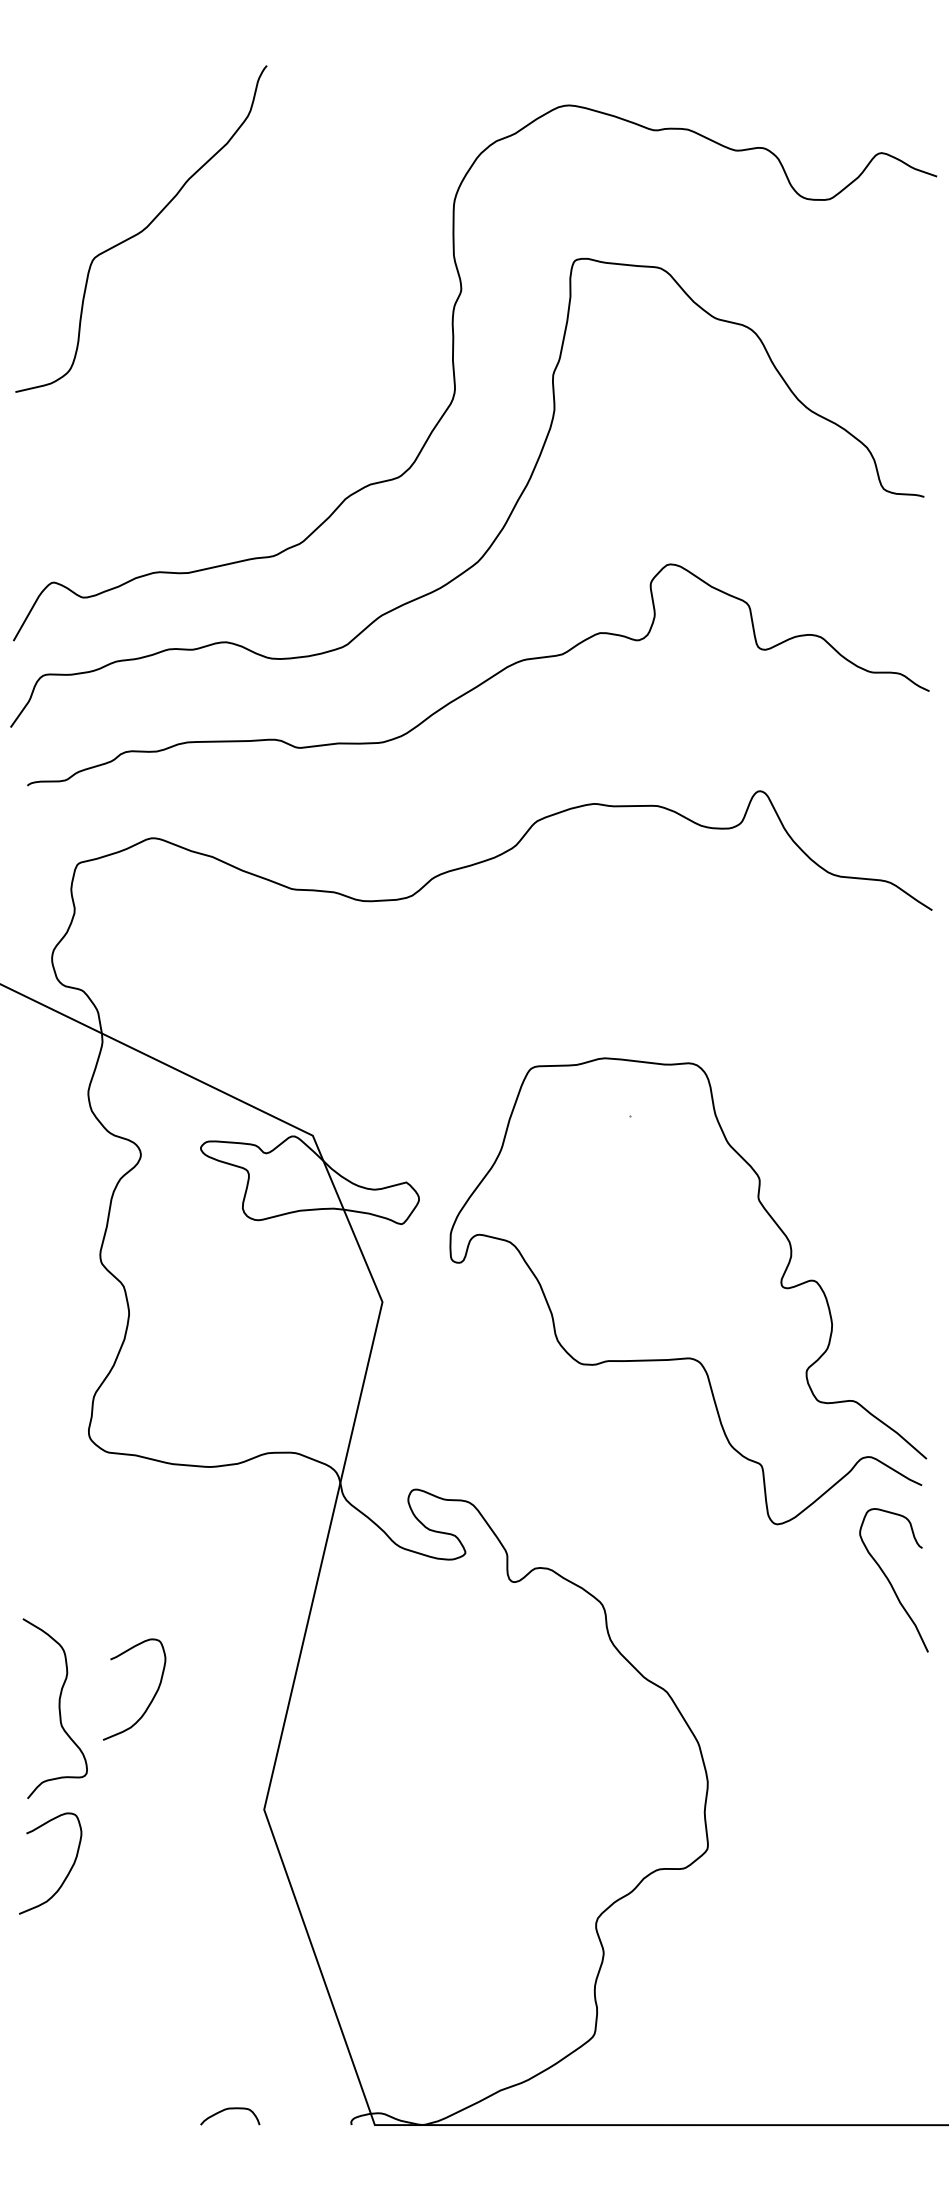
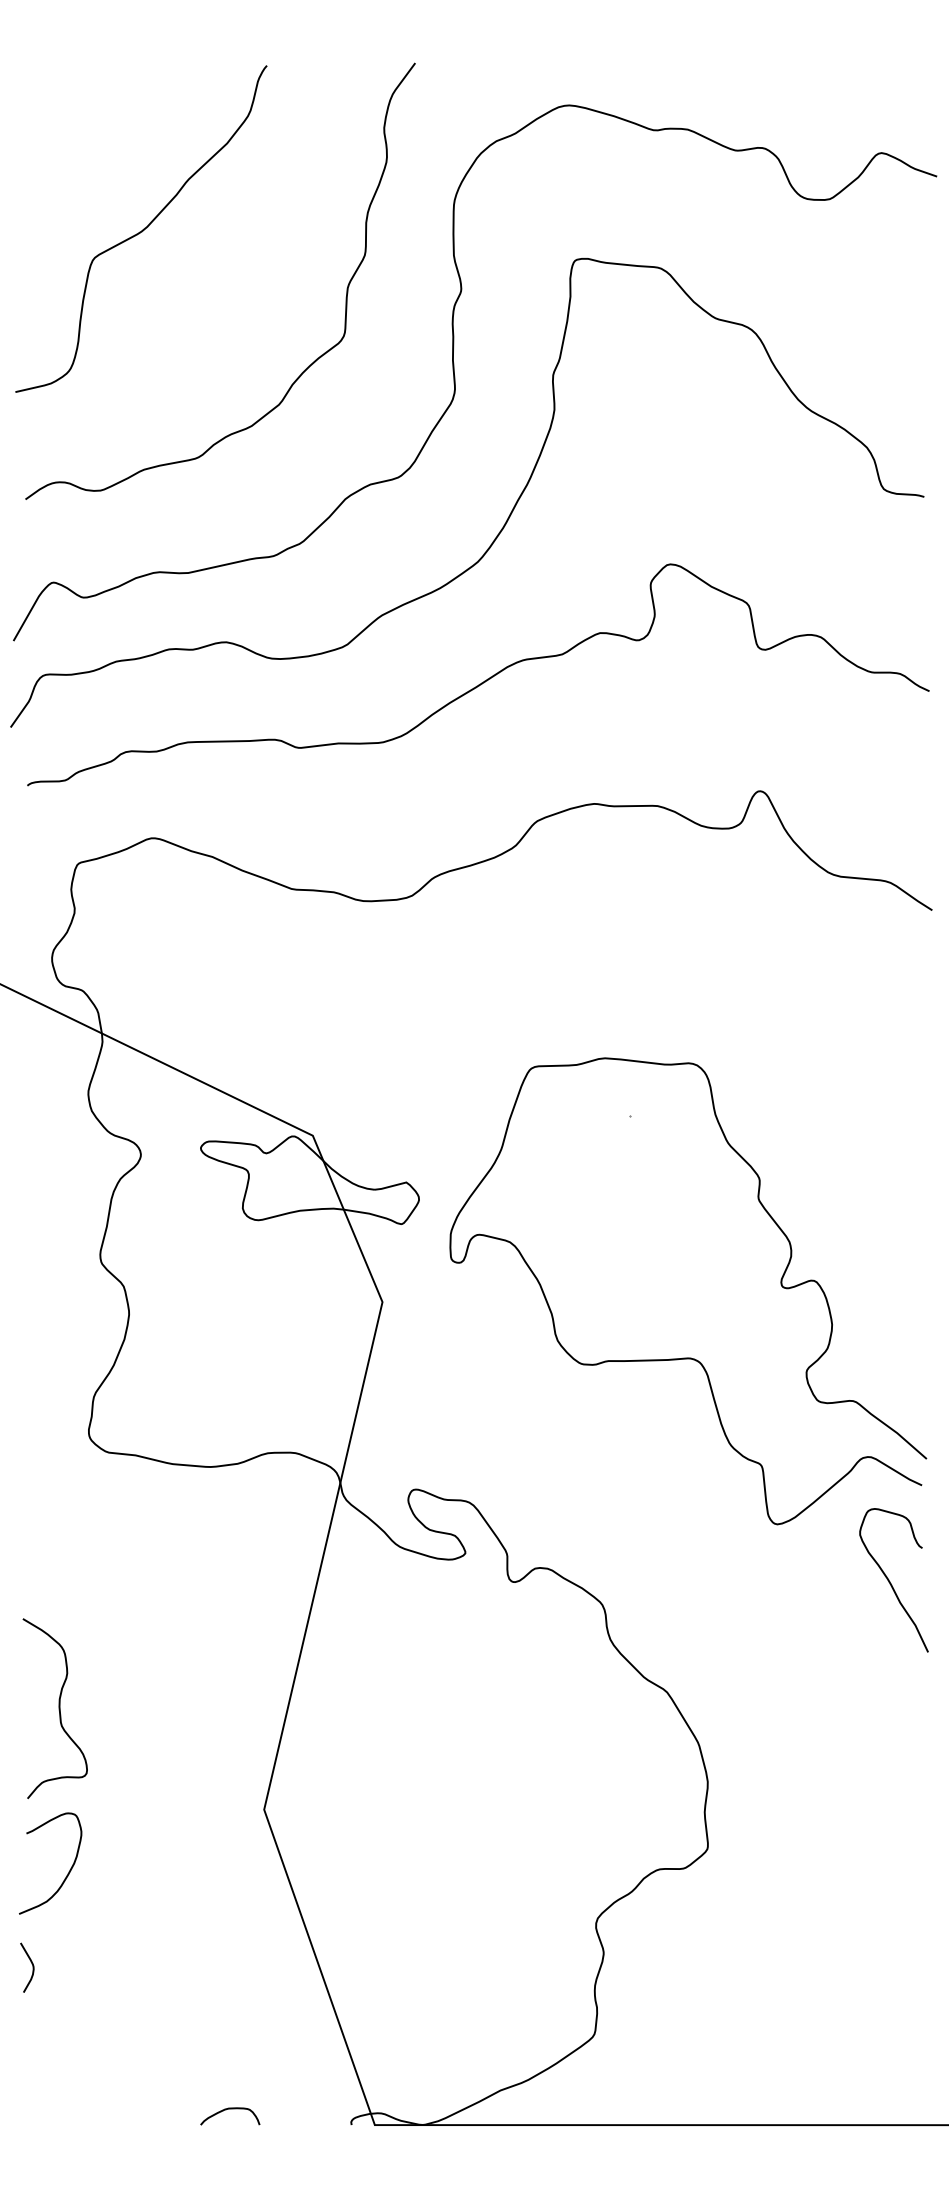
curve at (305, 368): none -> present
curve at (152, 1697): present -> none
curve at (31, 1964): none -> present
